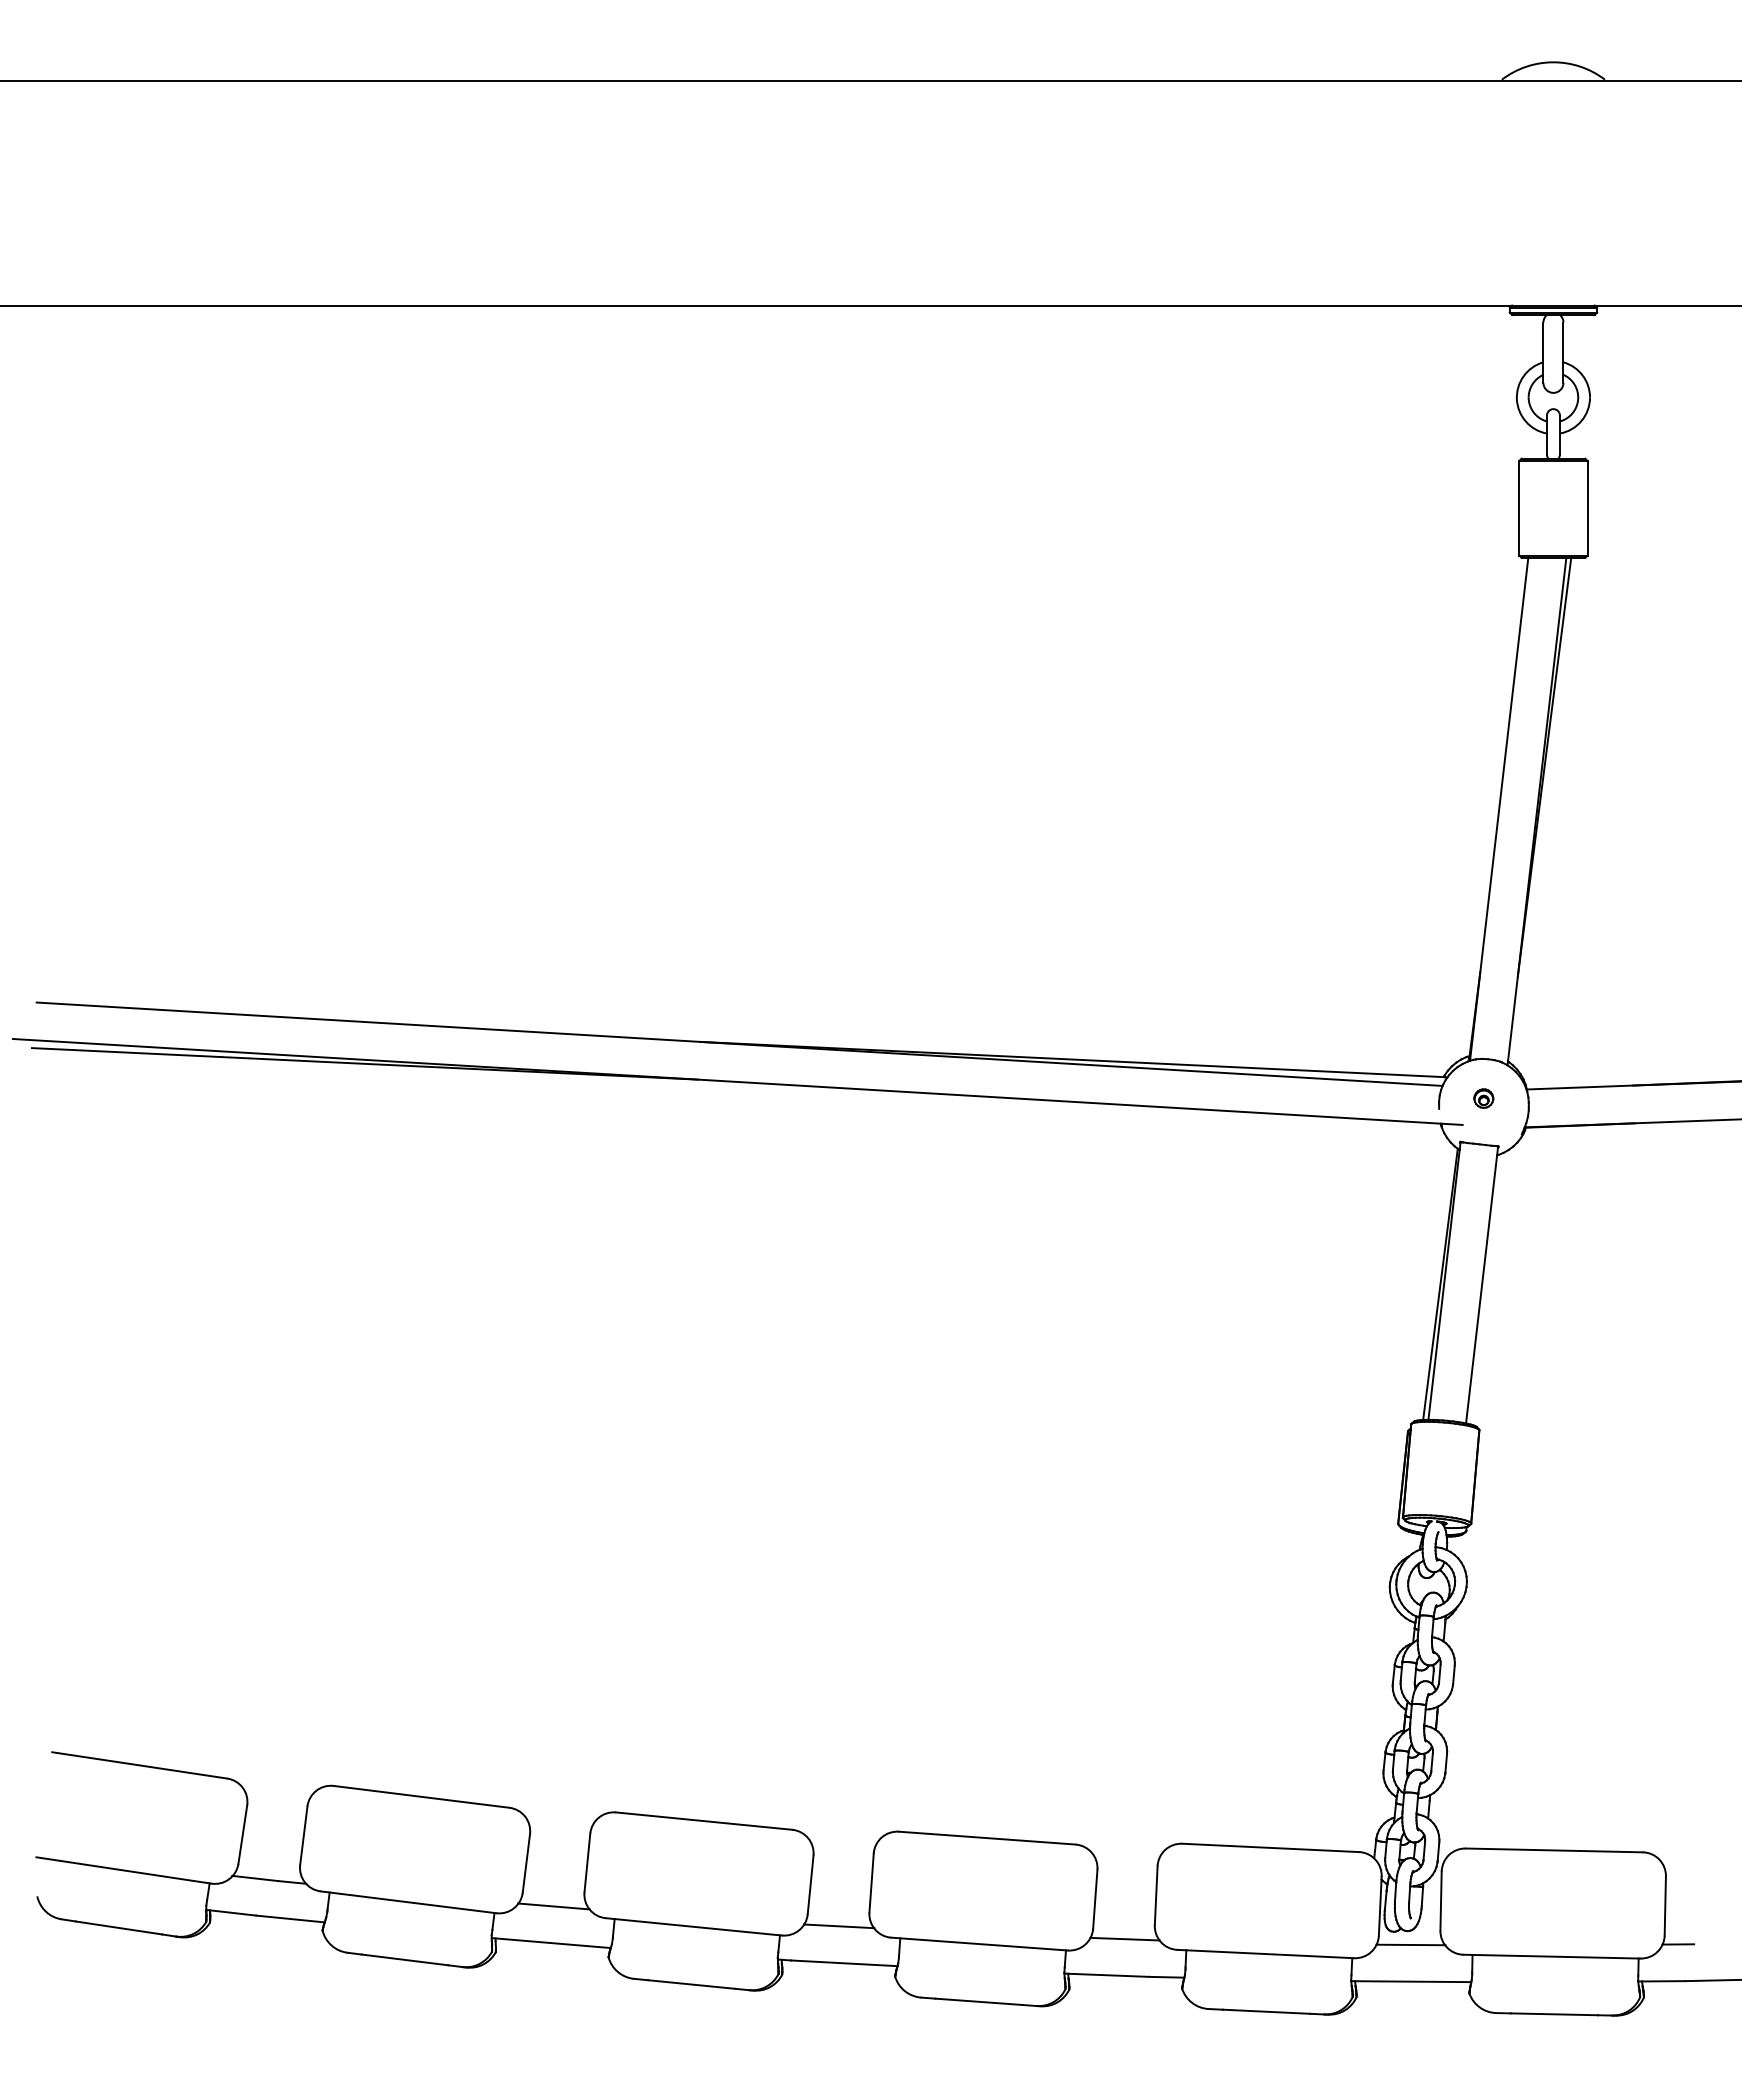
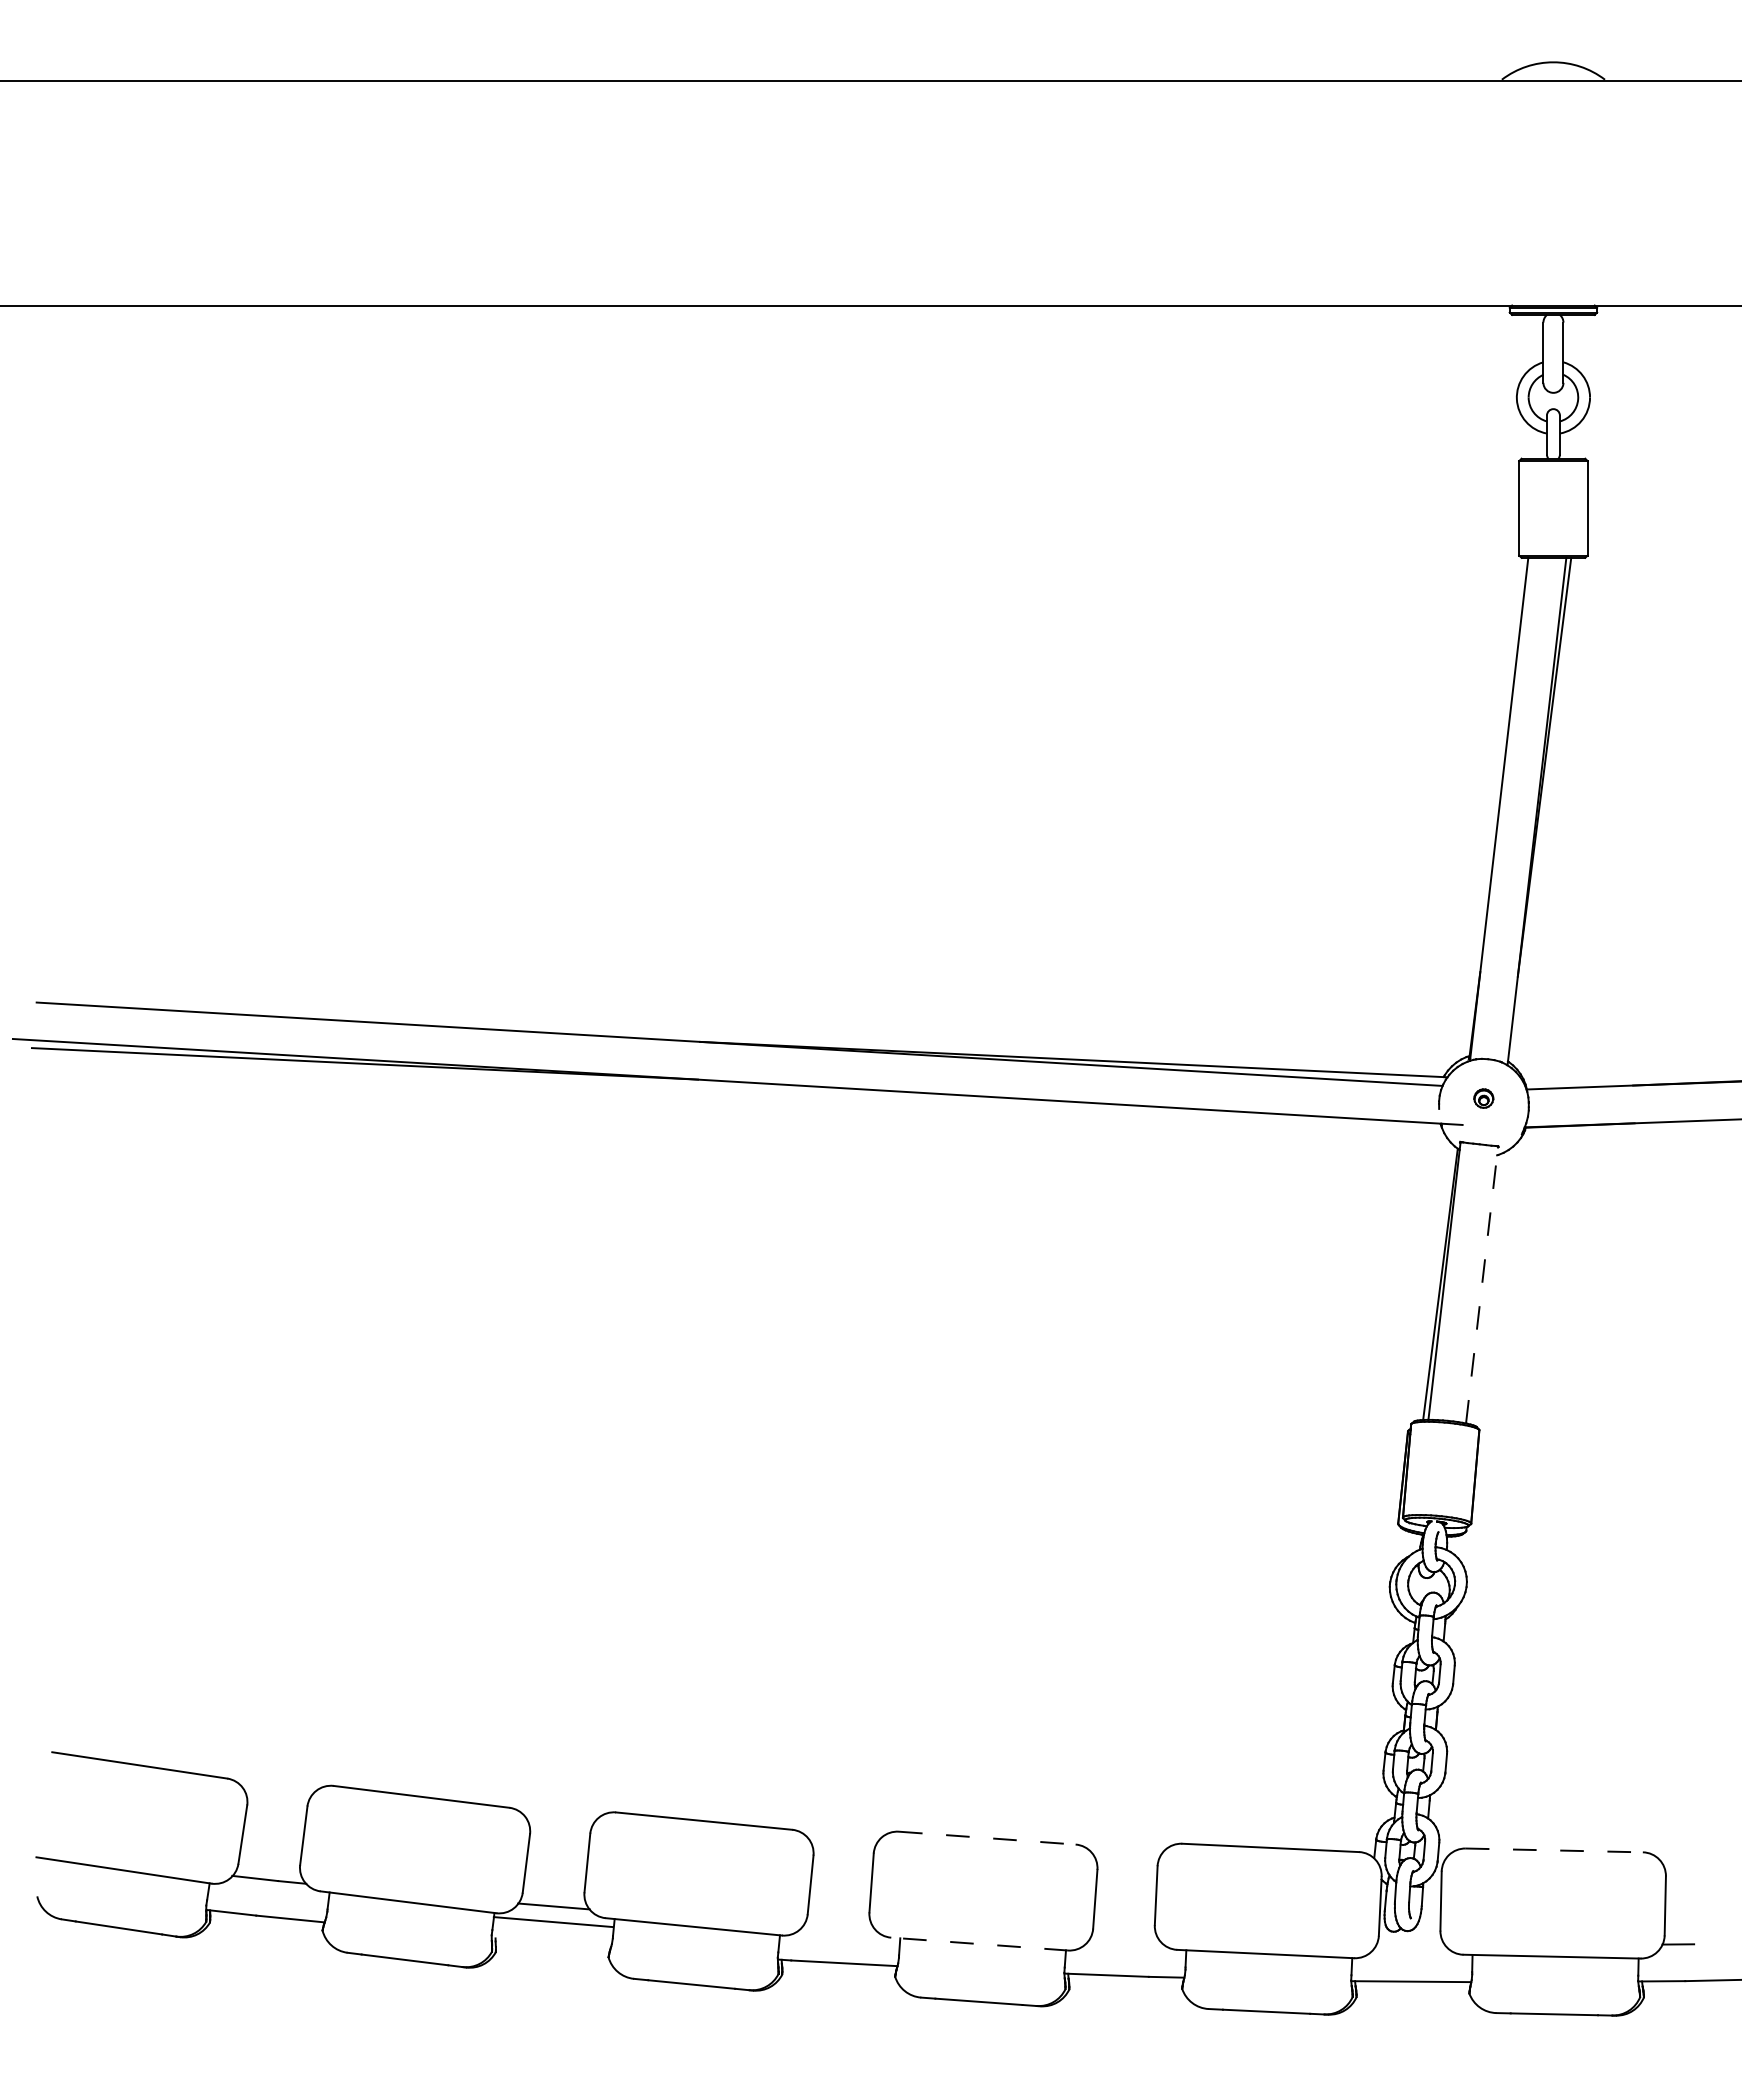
line at (1482, 1284): solid -> dashed
line at (987, 1838): solid -> dashed
line at (1554, 1850): solid -> dashed
line at (839, 1926): present -> none
line at (1124, 1938): present -> none
line at (550, 1943) position: (550, 1943) -> (552, 1922)
line at (979, 1944): solid -> dashed
line at (1410, 1944): present -> none
